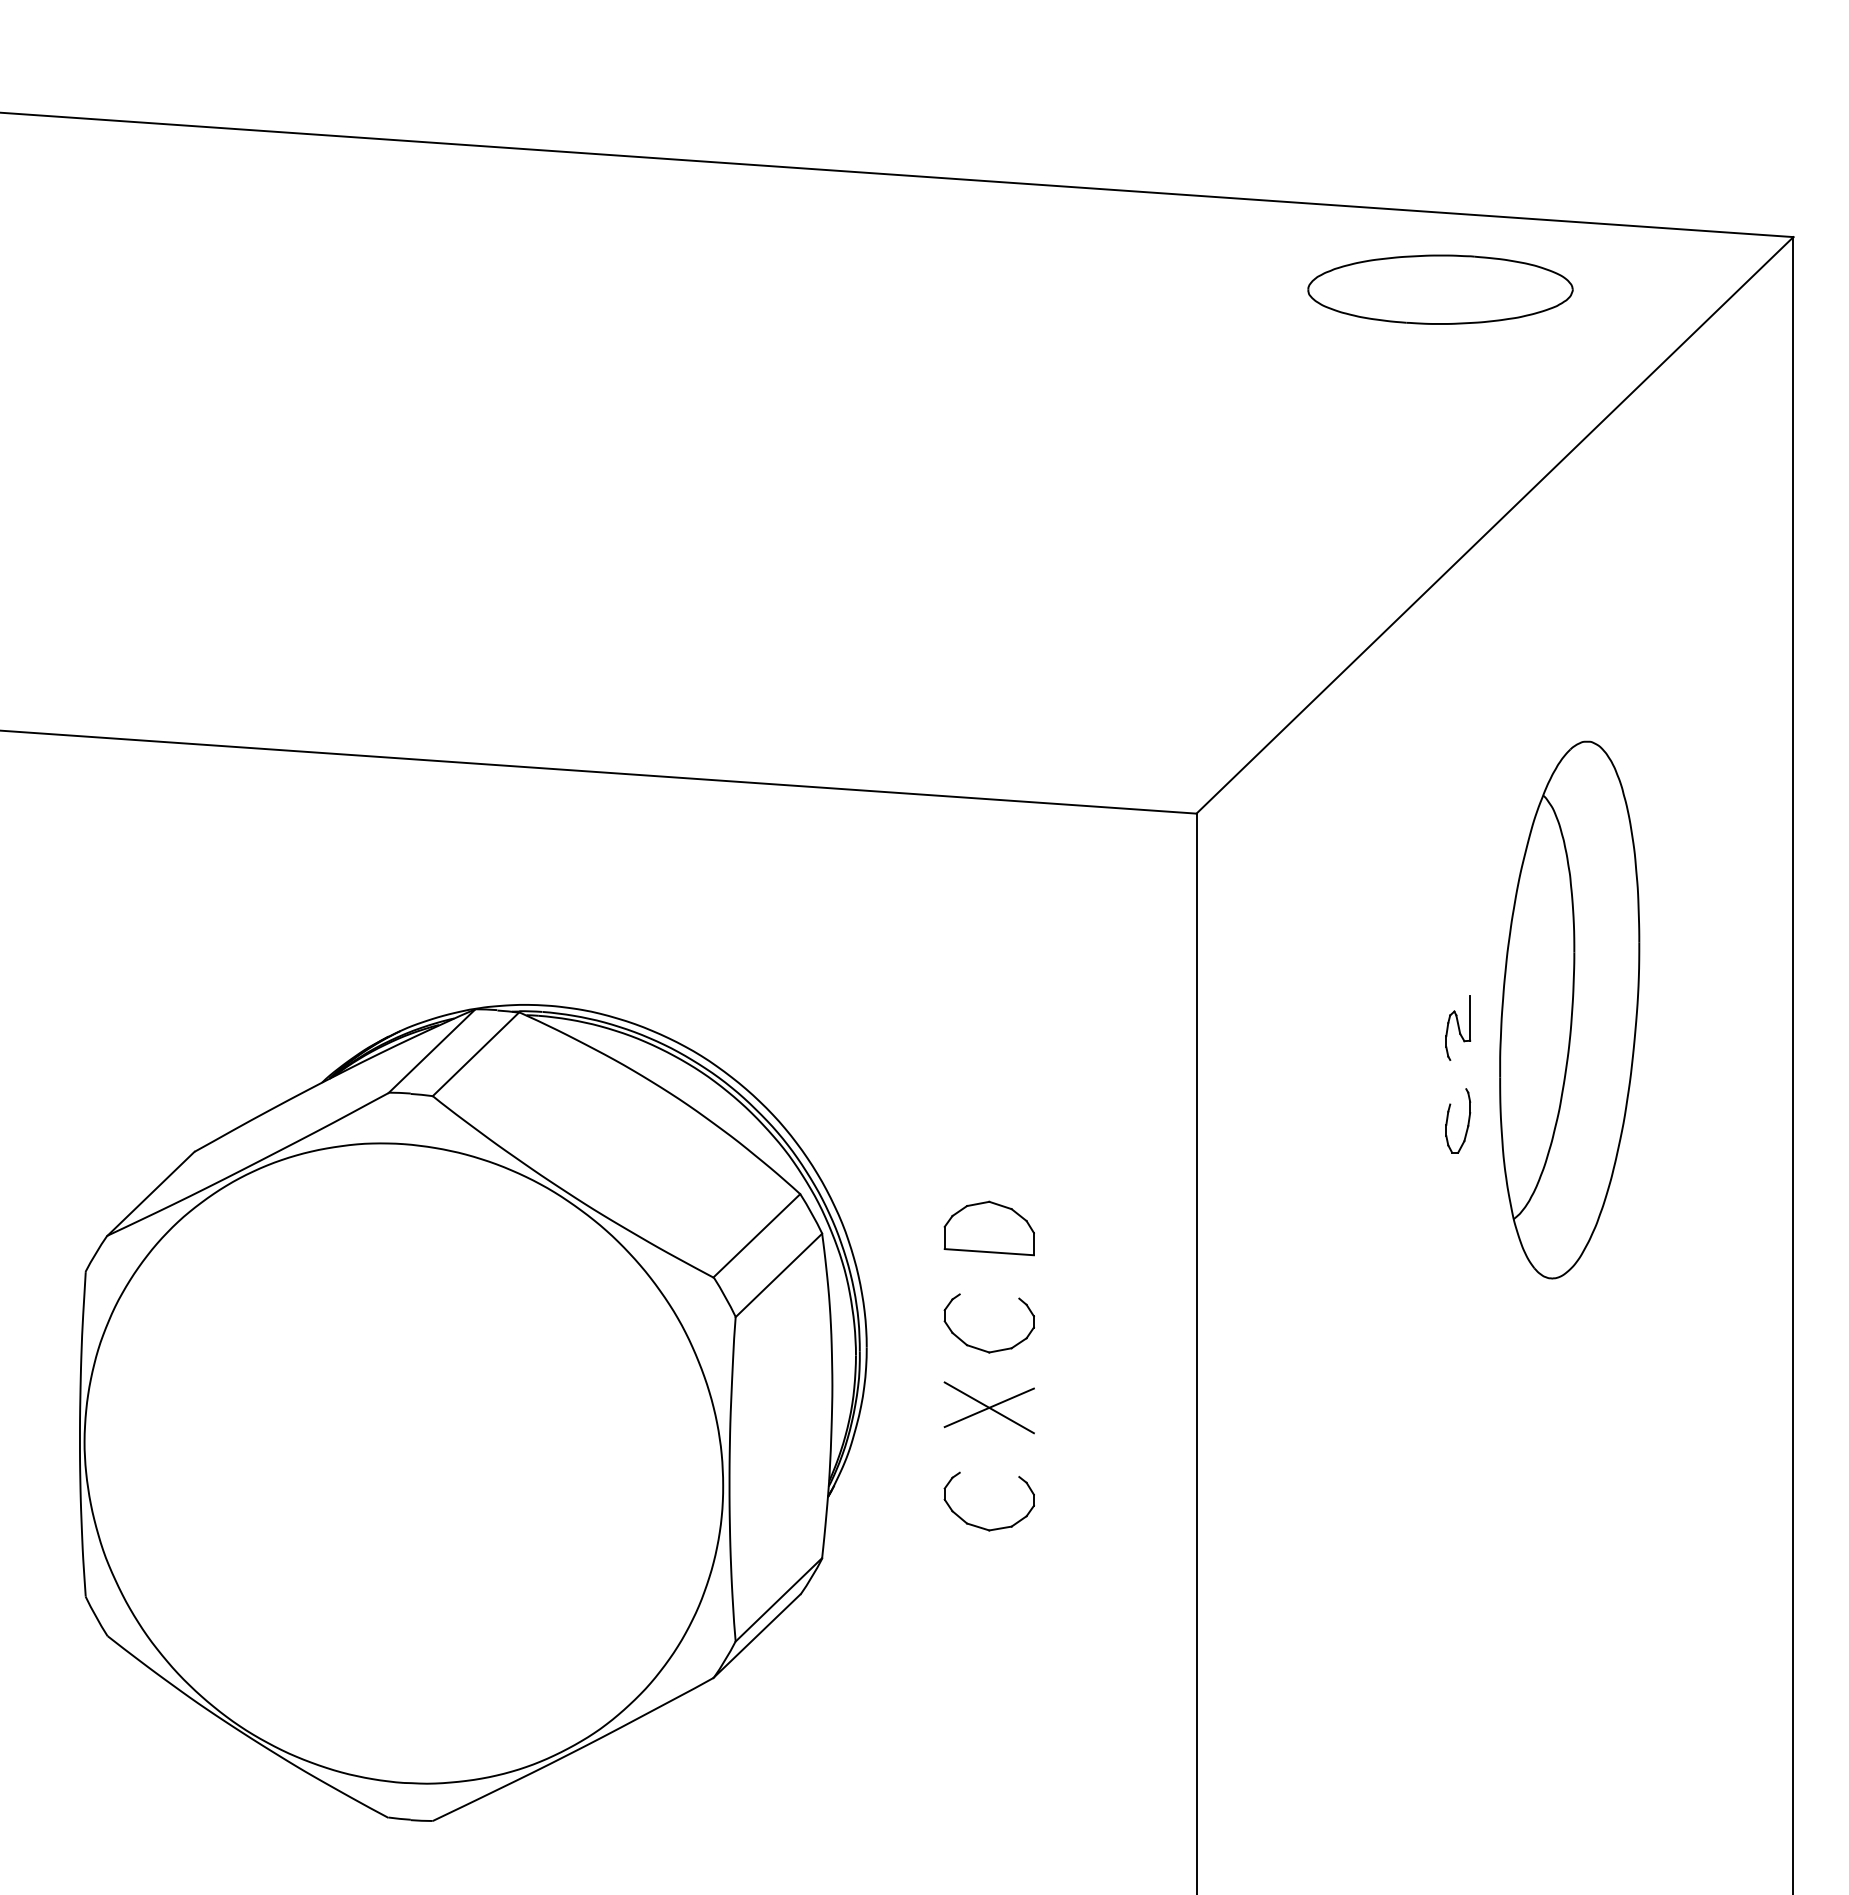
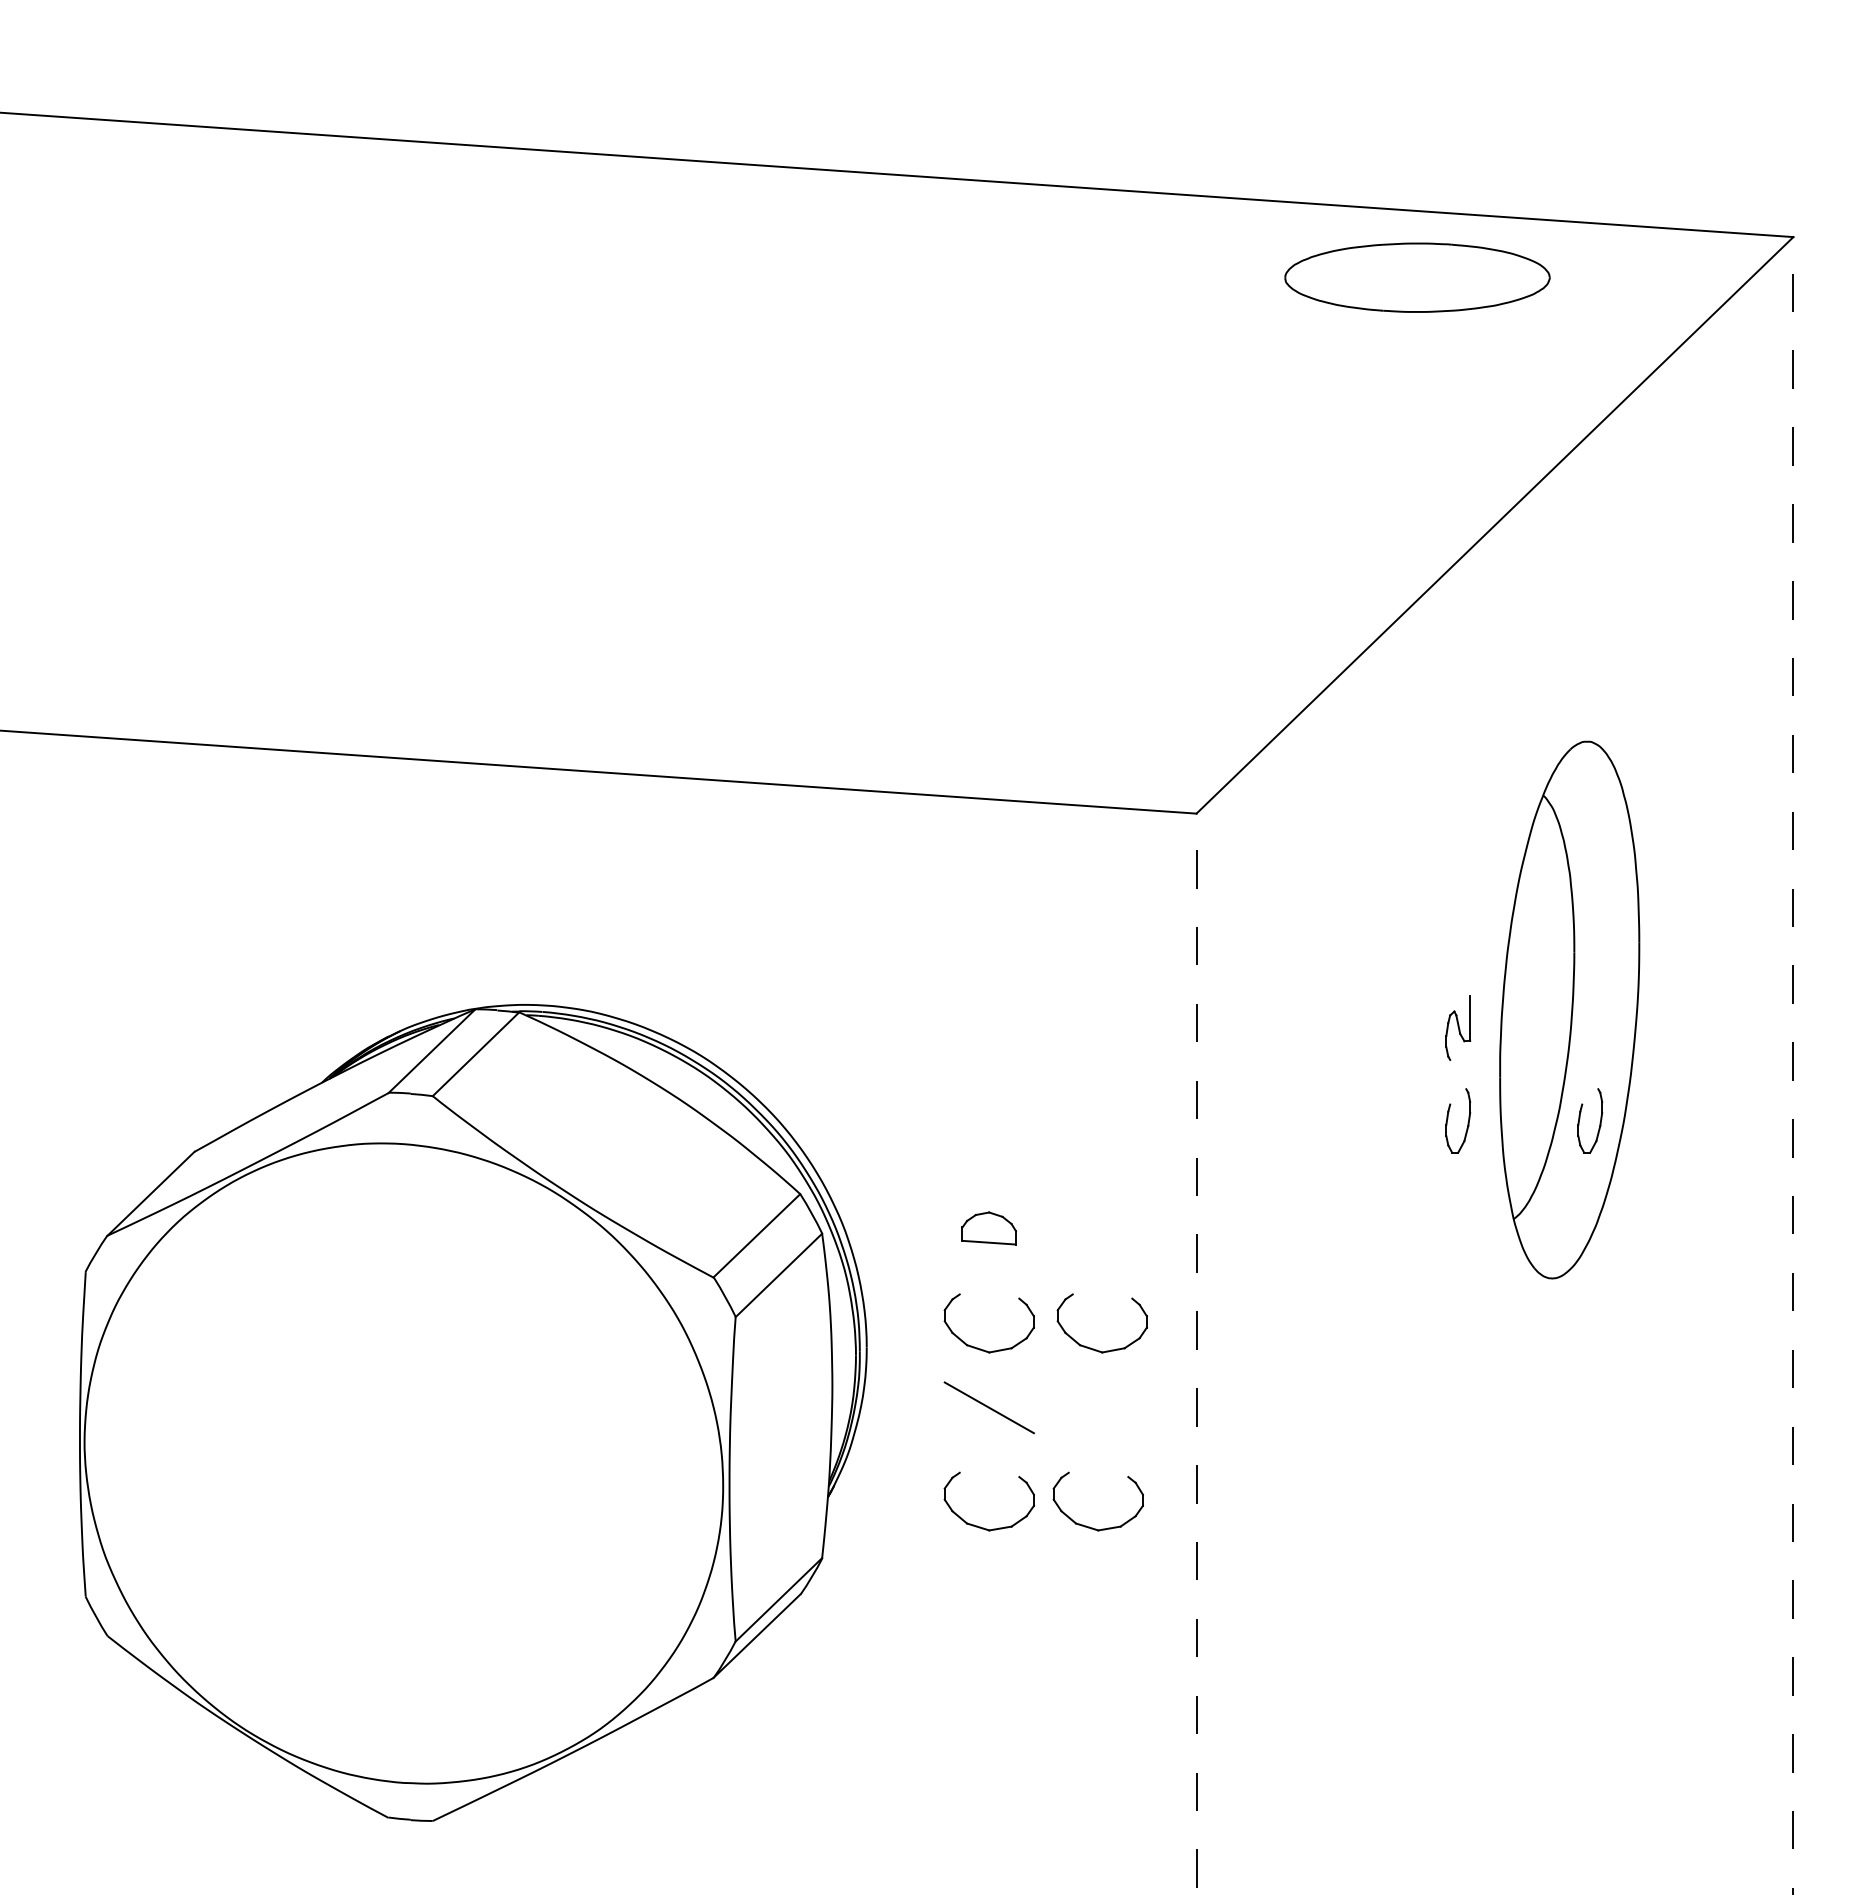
part at (1440, 289) position: (1440, 289) -> (1417, 277)
line at (1793, 1065): solid -> dashed
part at (1599, 1122): none -> present
part at (988, 1228) size: 92x57 px -> 56x35 px
part at (1093, 1348): none -> present
line at (1196, 1353): solid -> dashed
line at (988, 1407): present -> none
part at (1089, 1526): none -> present
